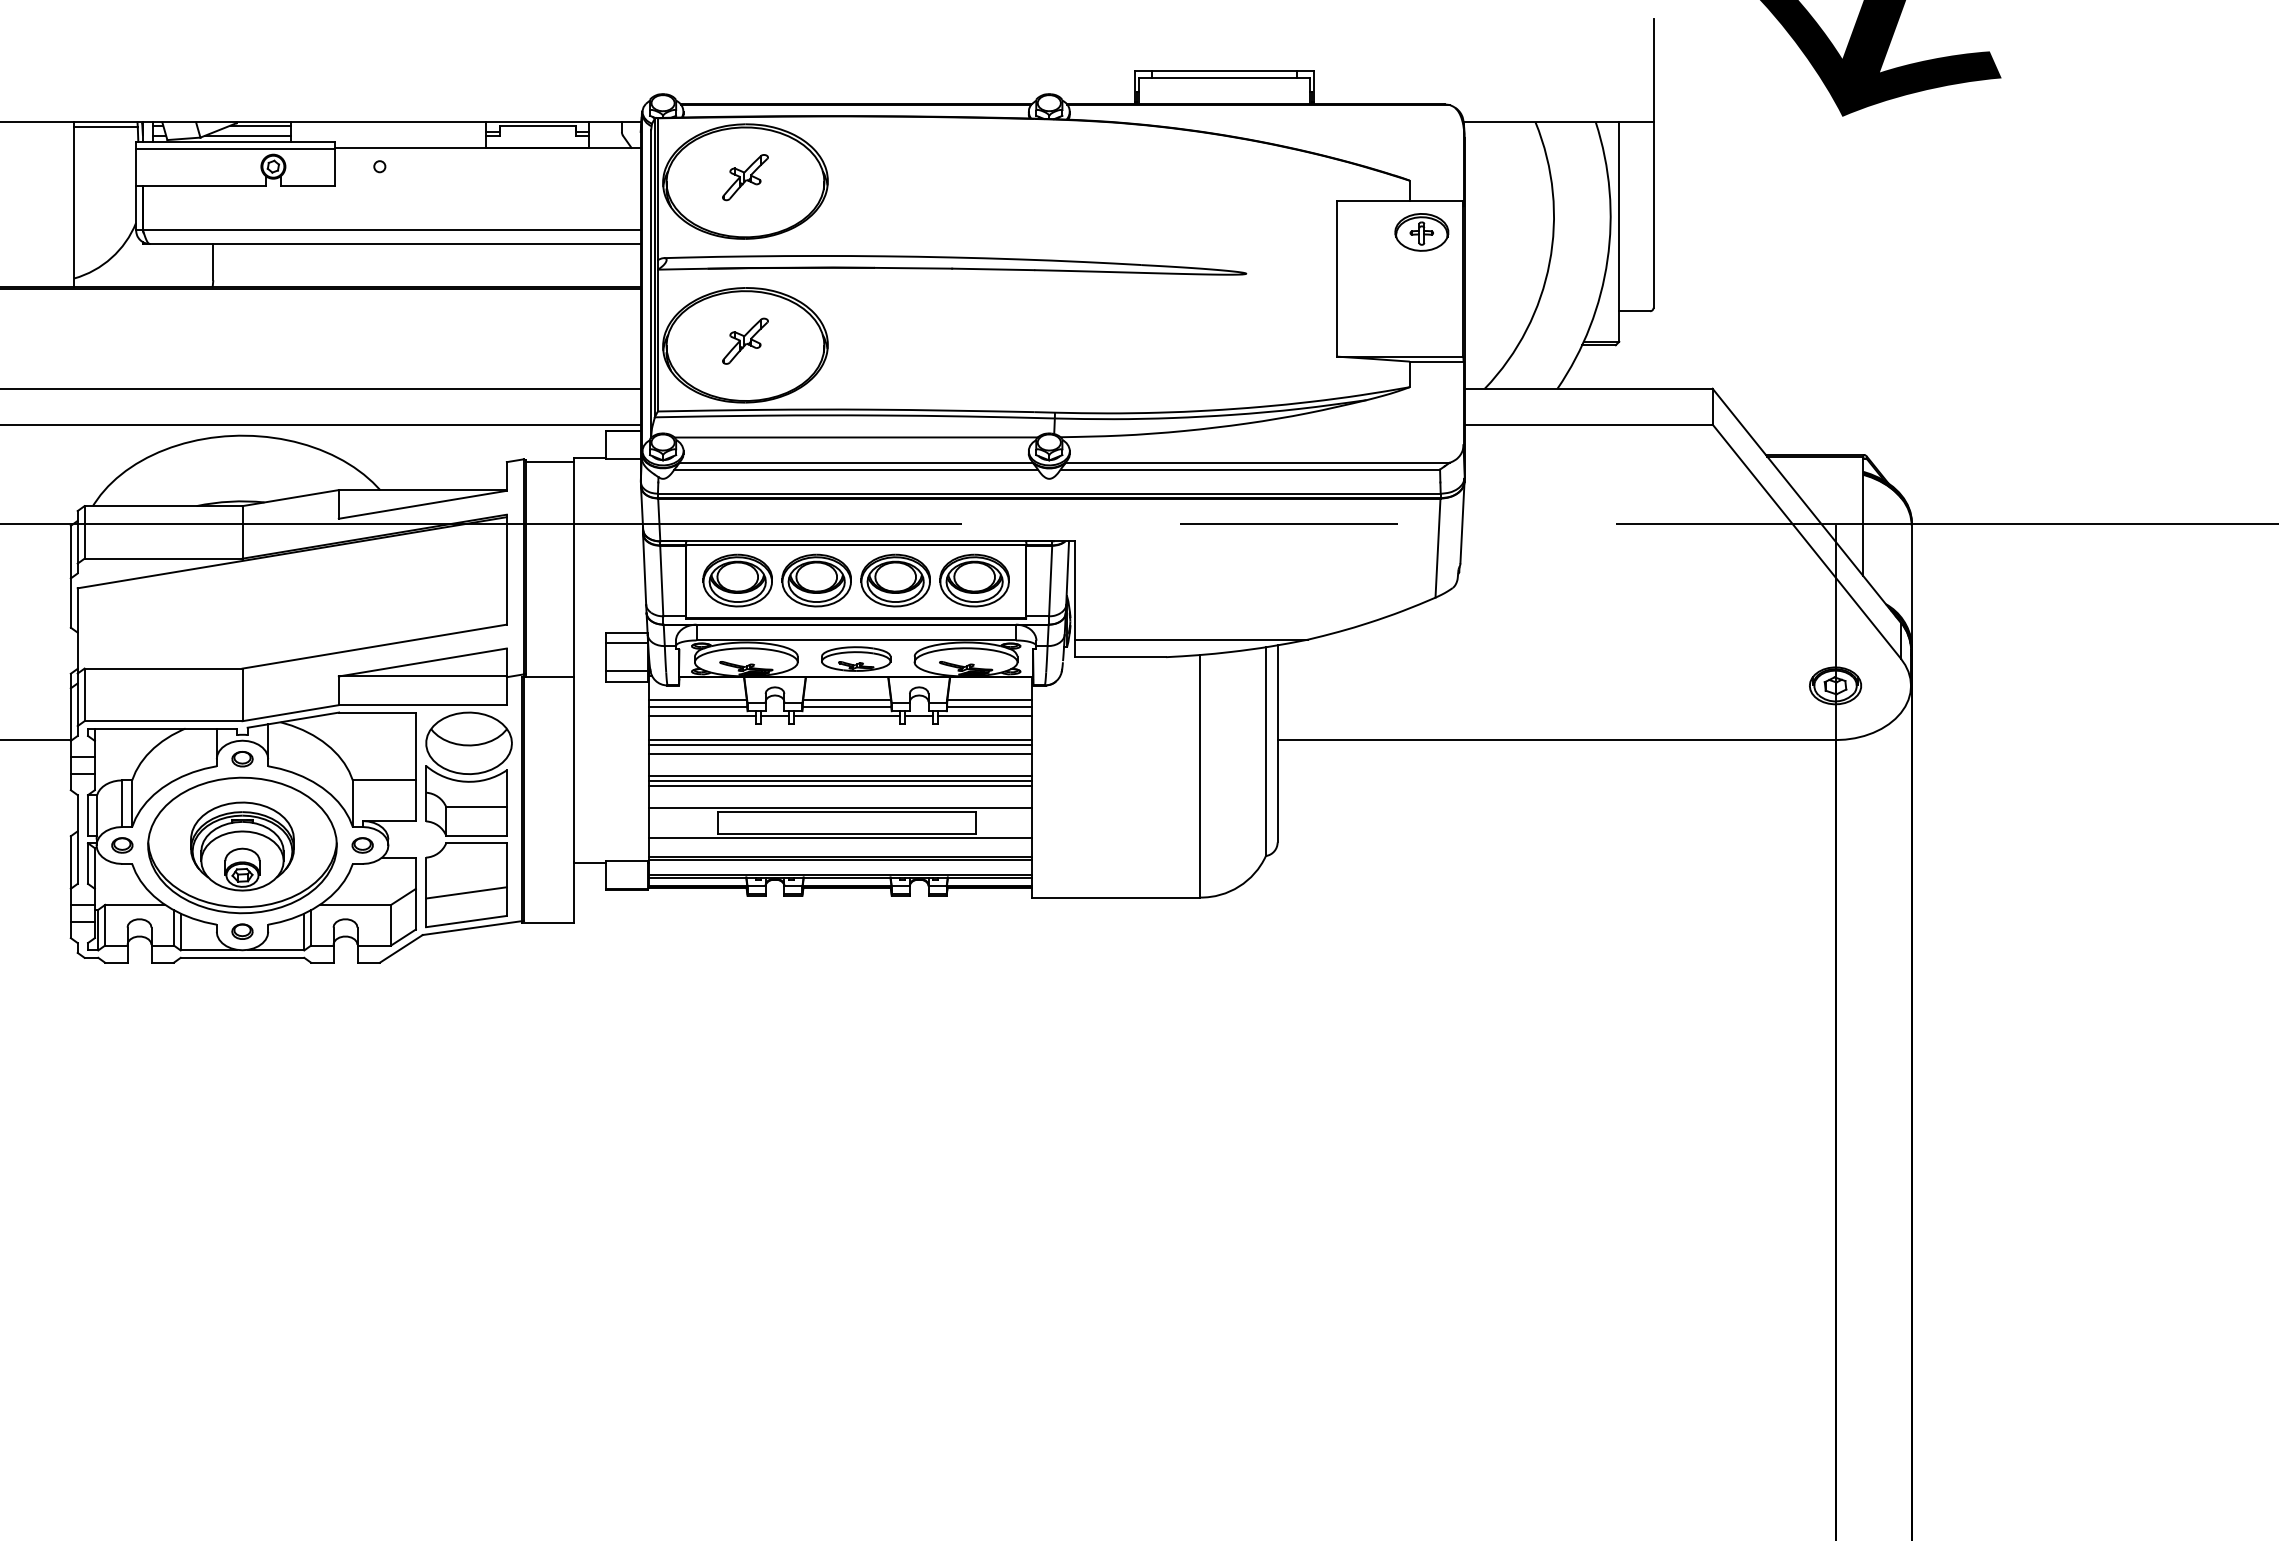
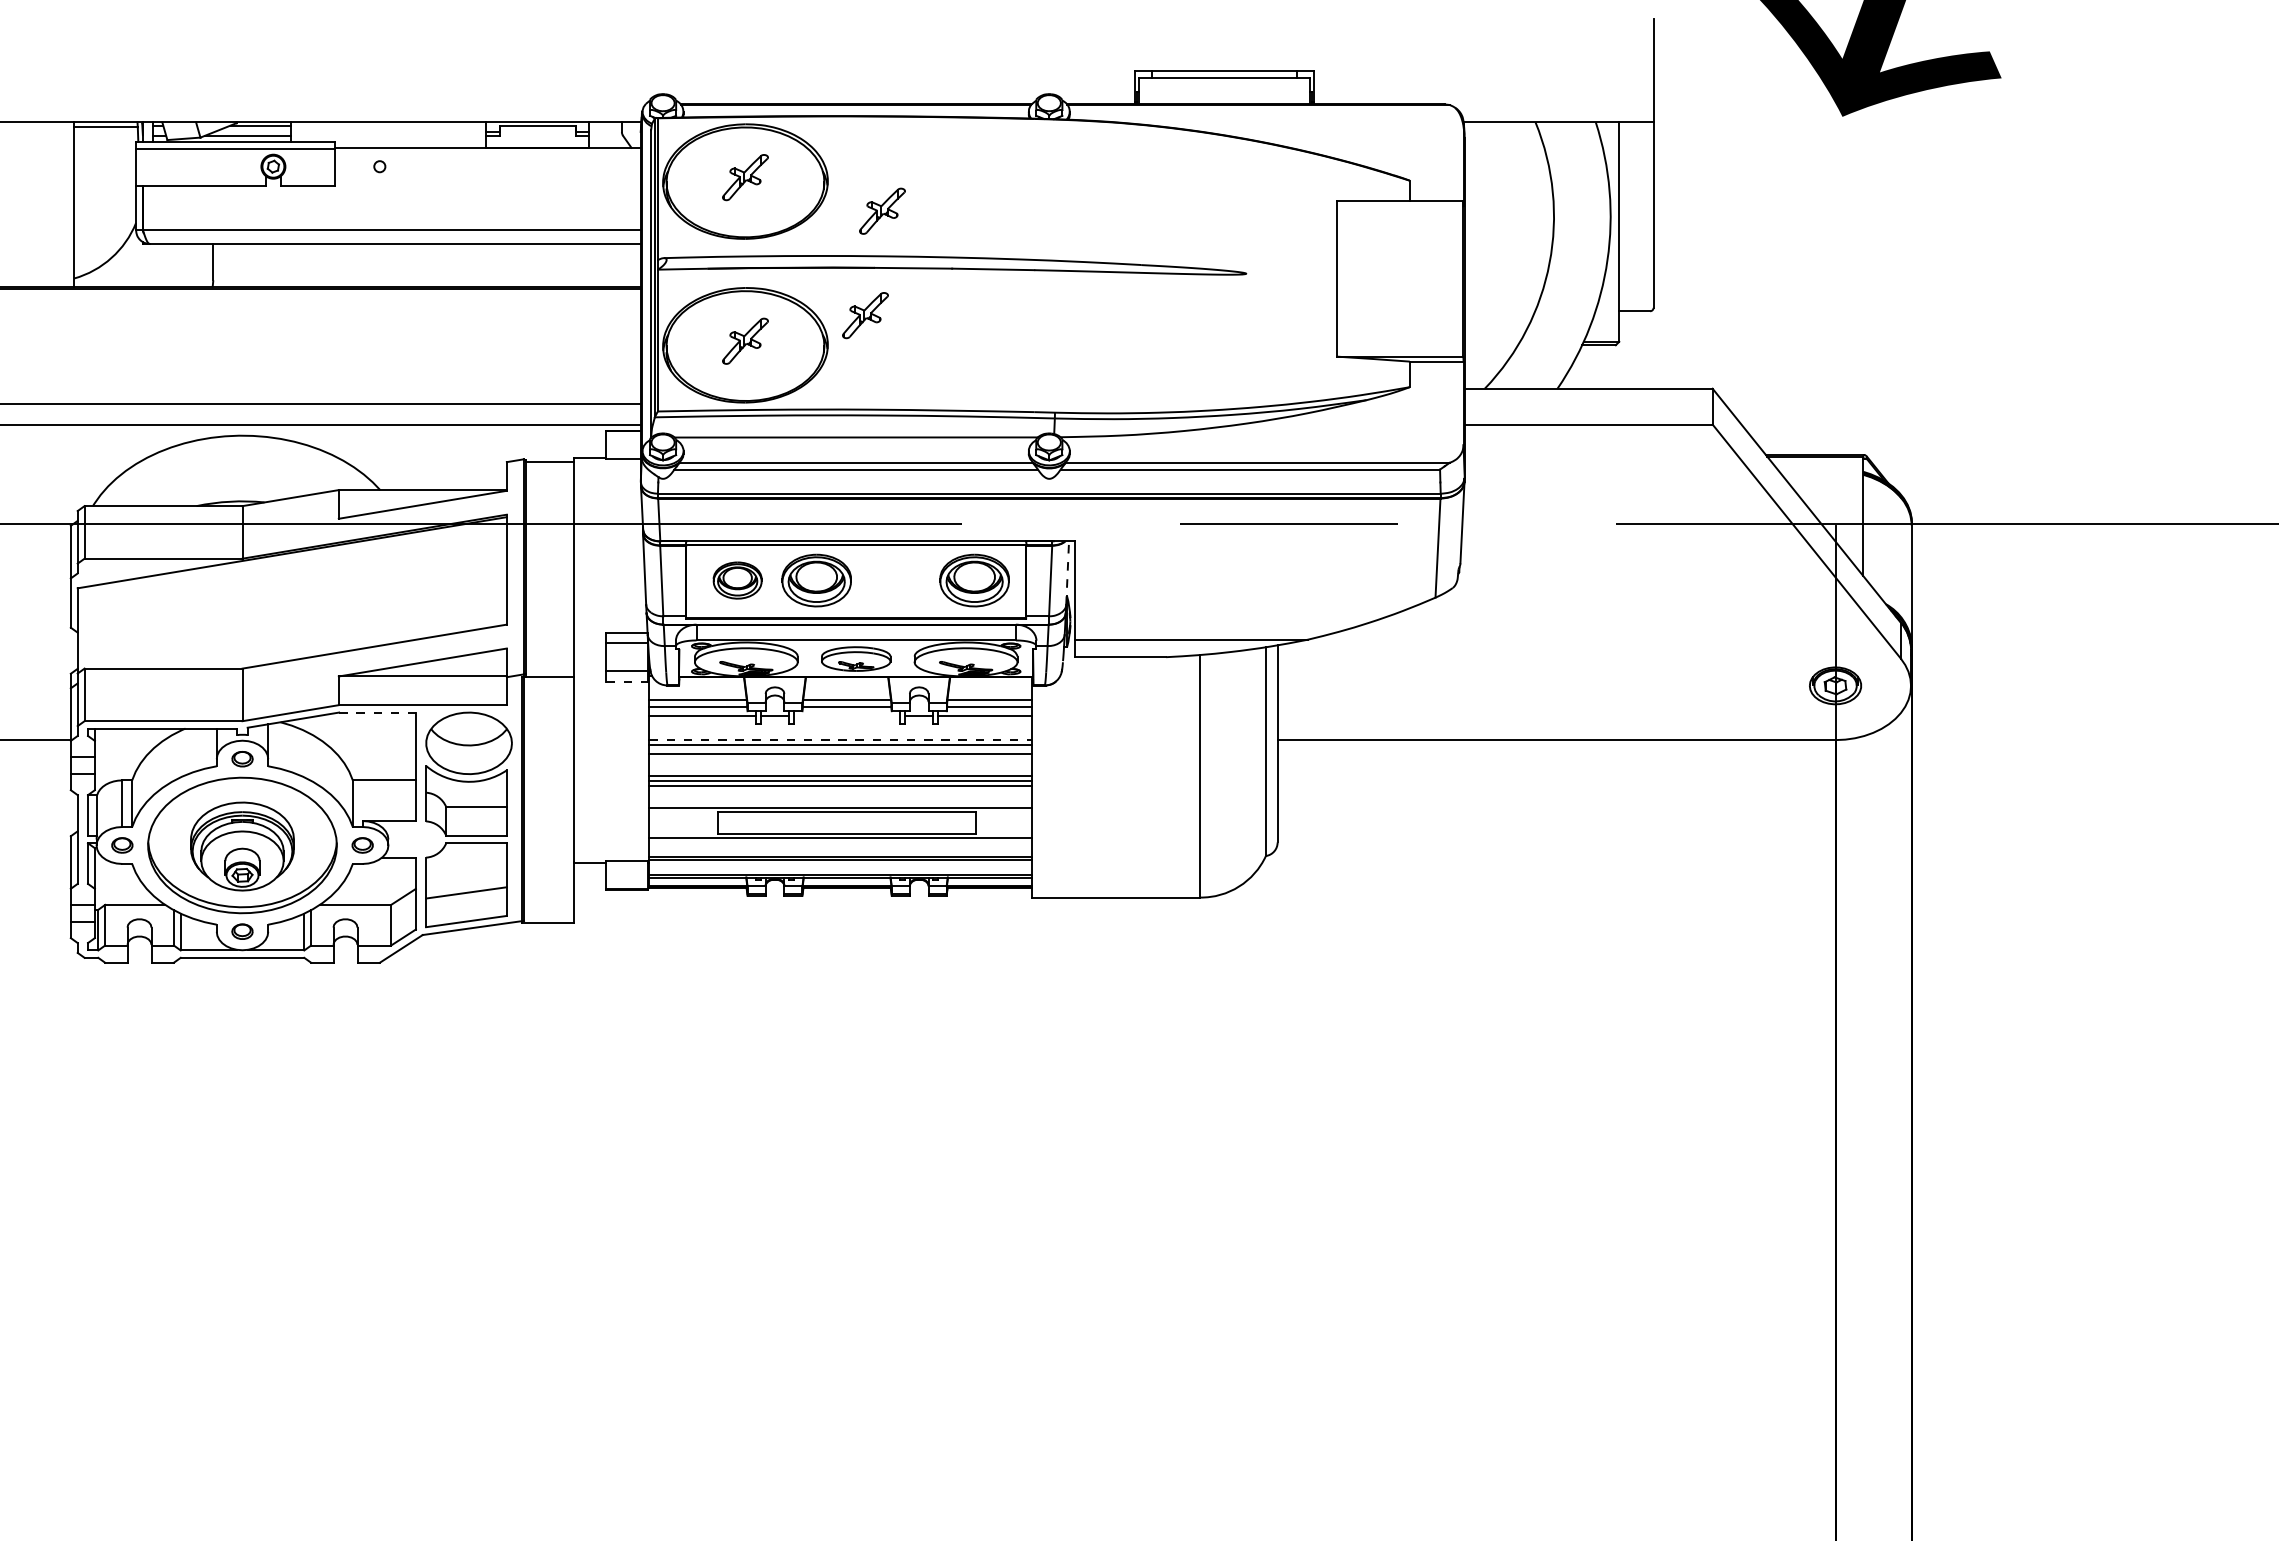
part at (882, 210): none -> present
part at (1421, 232): present -> none
part at (865, 315): none -> present
line at (321, 388) position: (321, 388) -> (321, 403)
line at (1067, 573): solid -> dashed
part at (737, 580) size: 71x55 px -> 51x39 px
part at (895, 580): present -> none
line at (627, 681): solid -> dashed
line at (378, 712): solid -> dashed
line at (846, 715): present -> none
line at (841, 739): solid -> dashed
